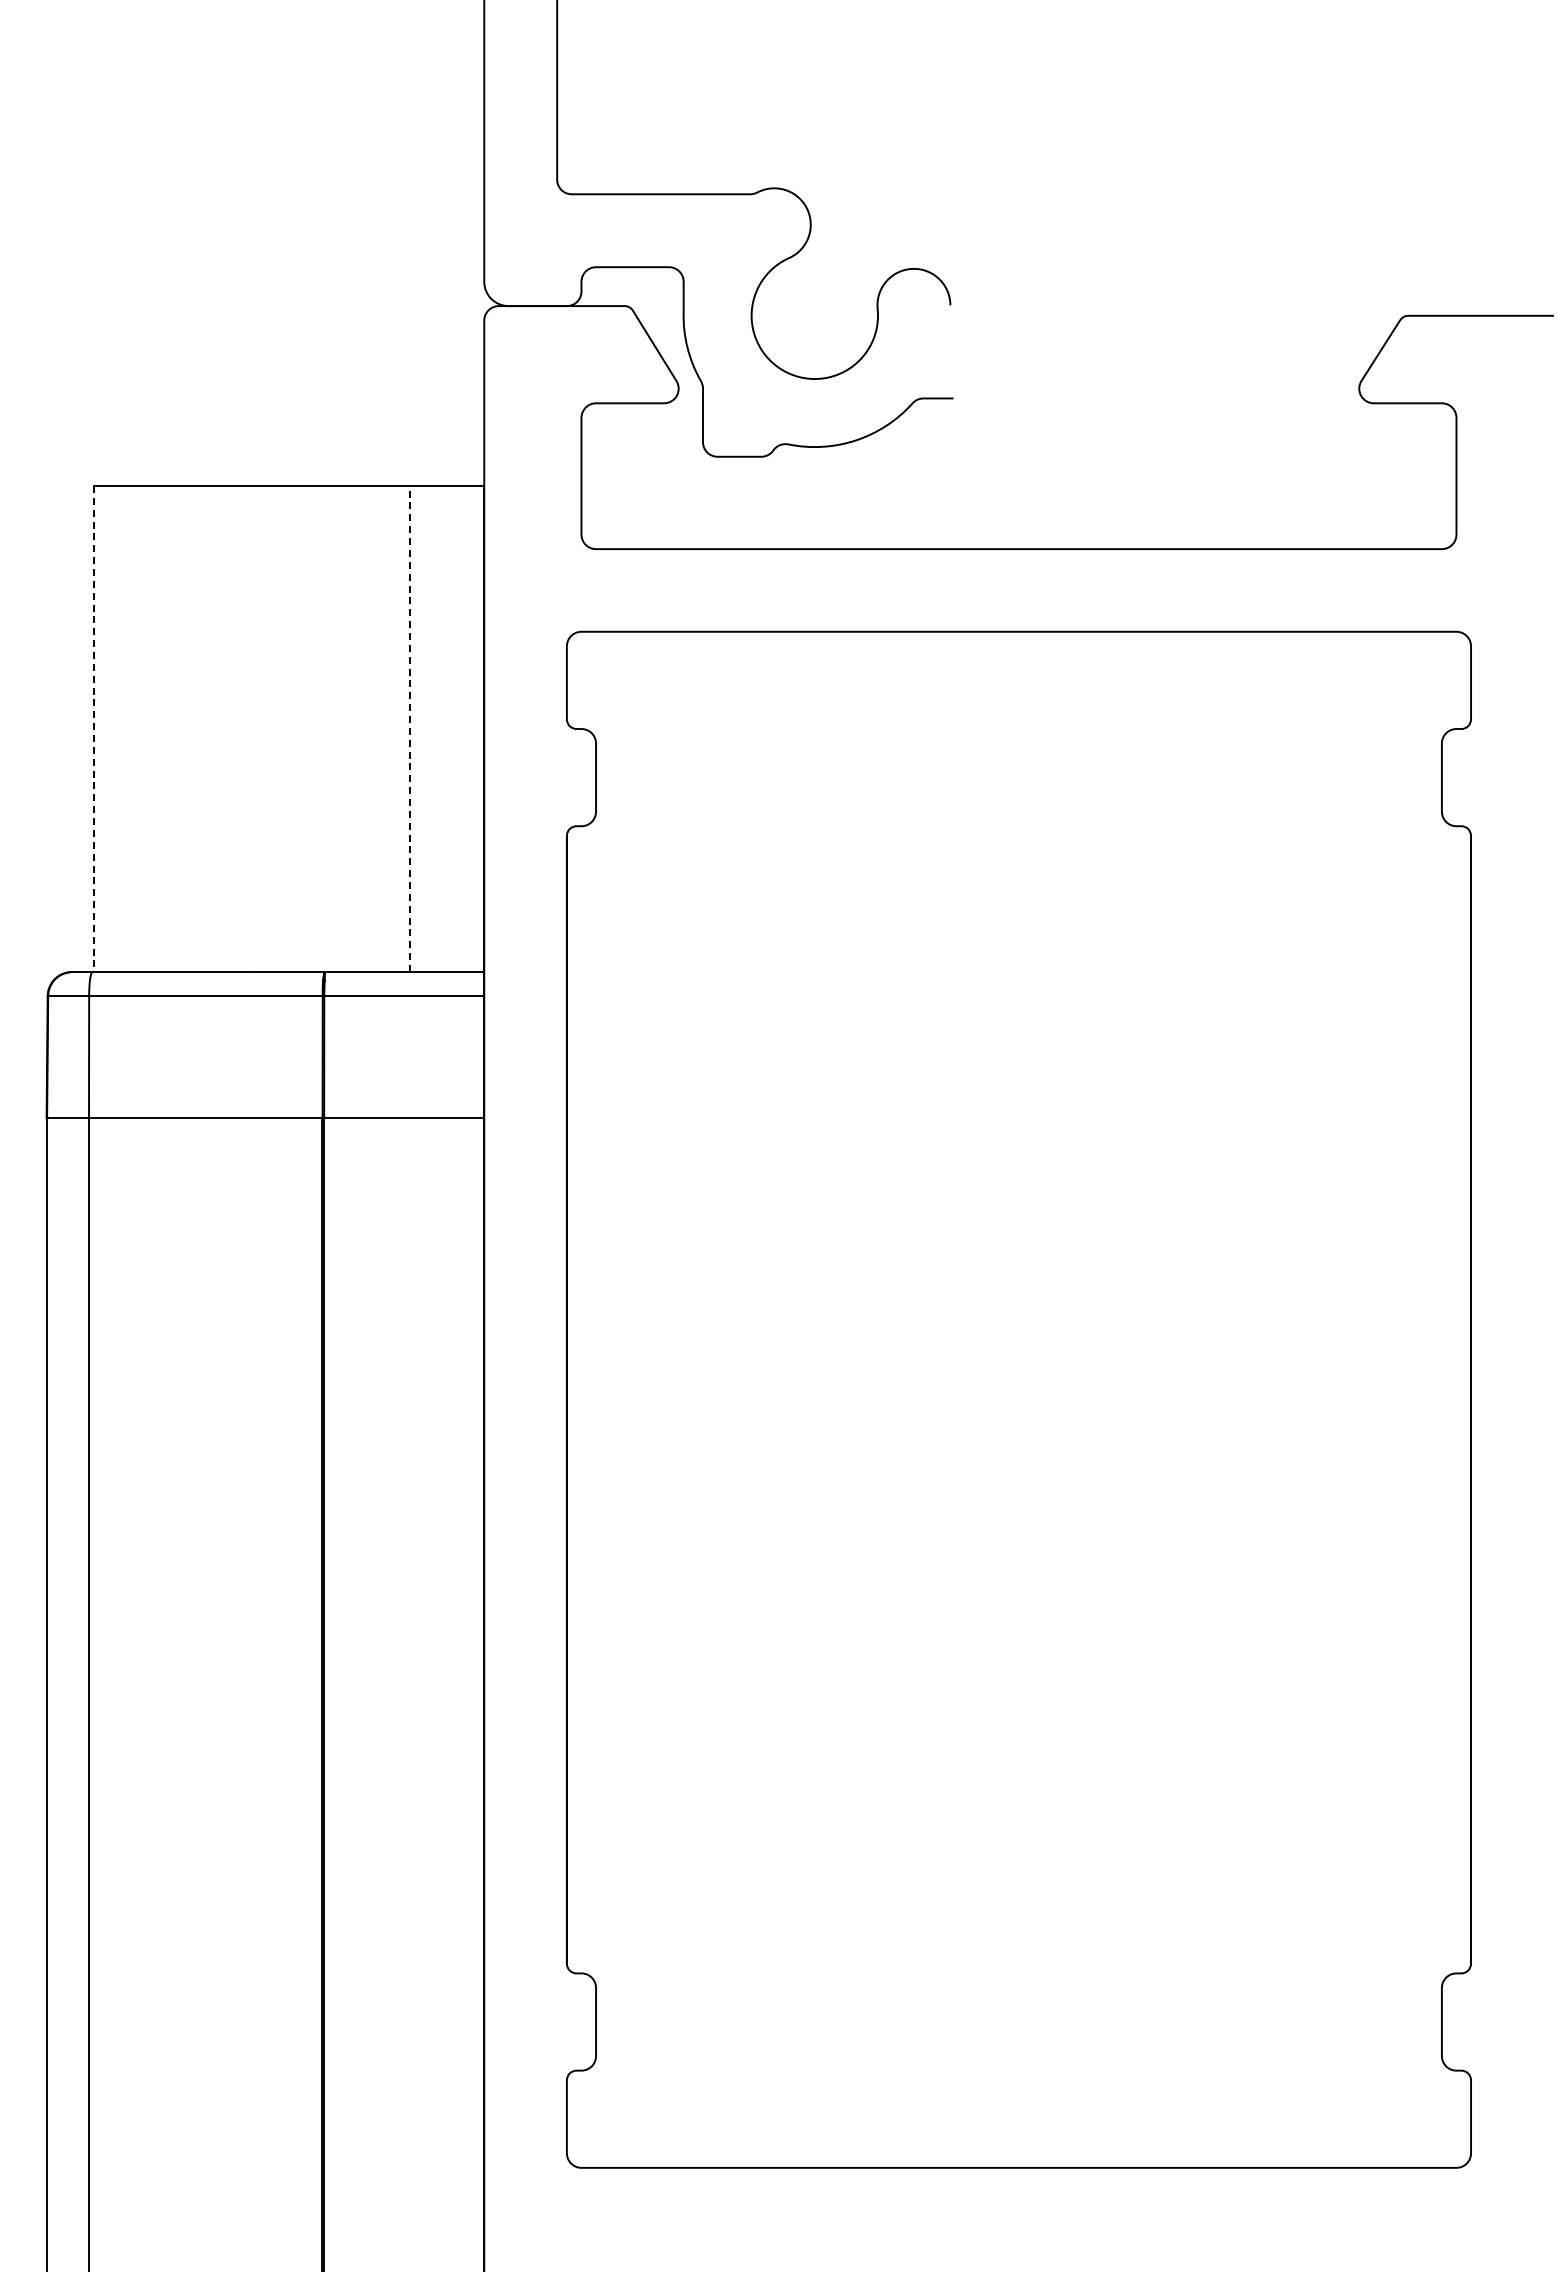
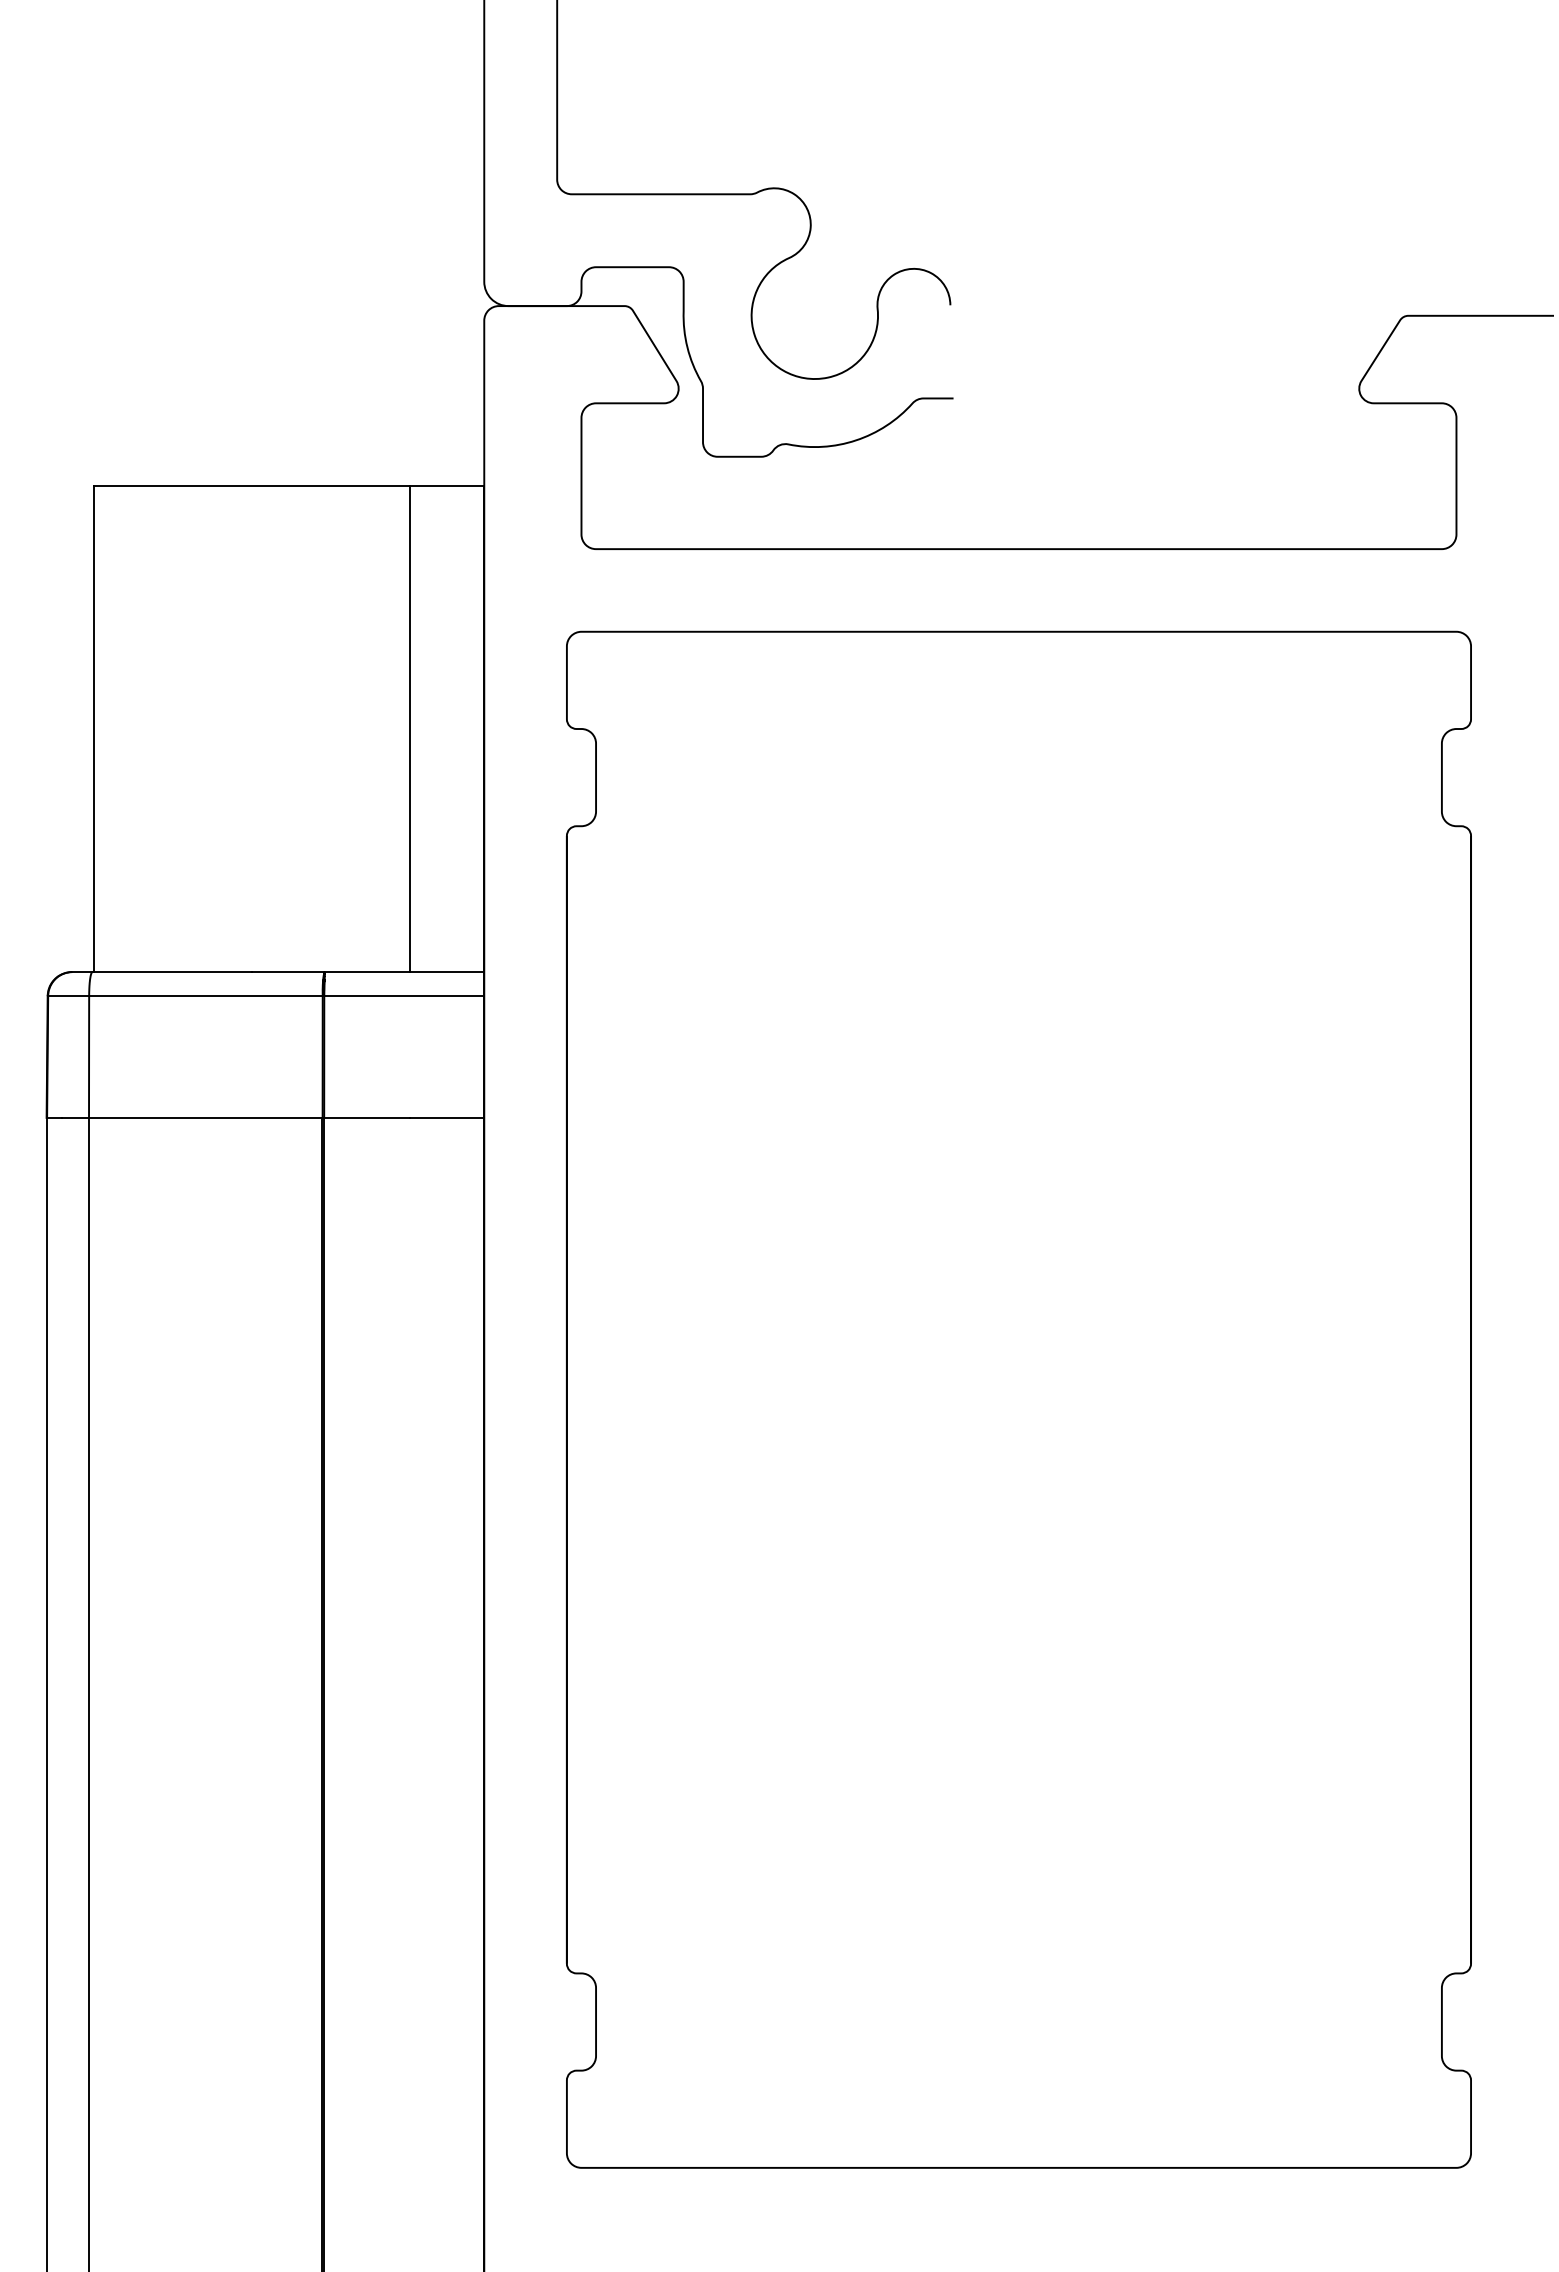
line at (409, 728): dashed -> solid
line at (93, 729): dashed -> solid
